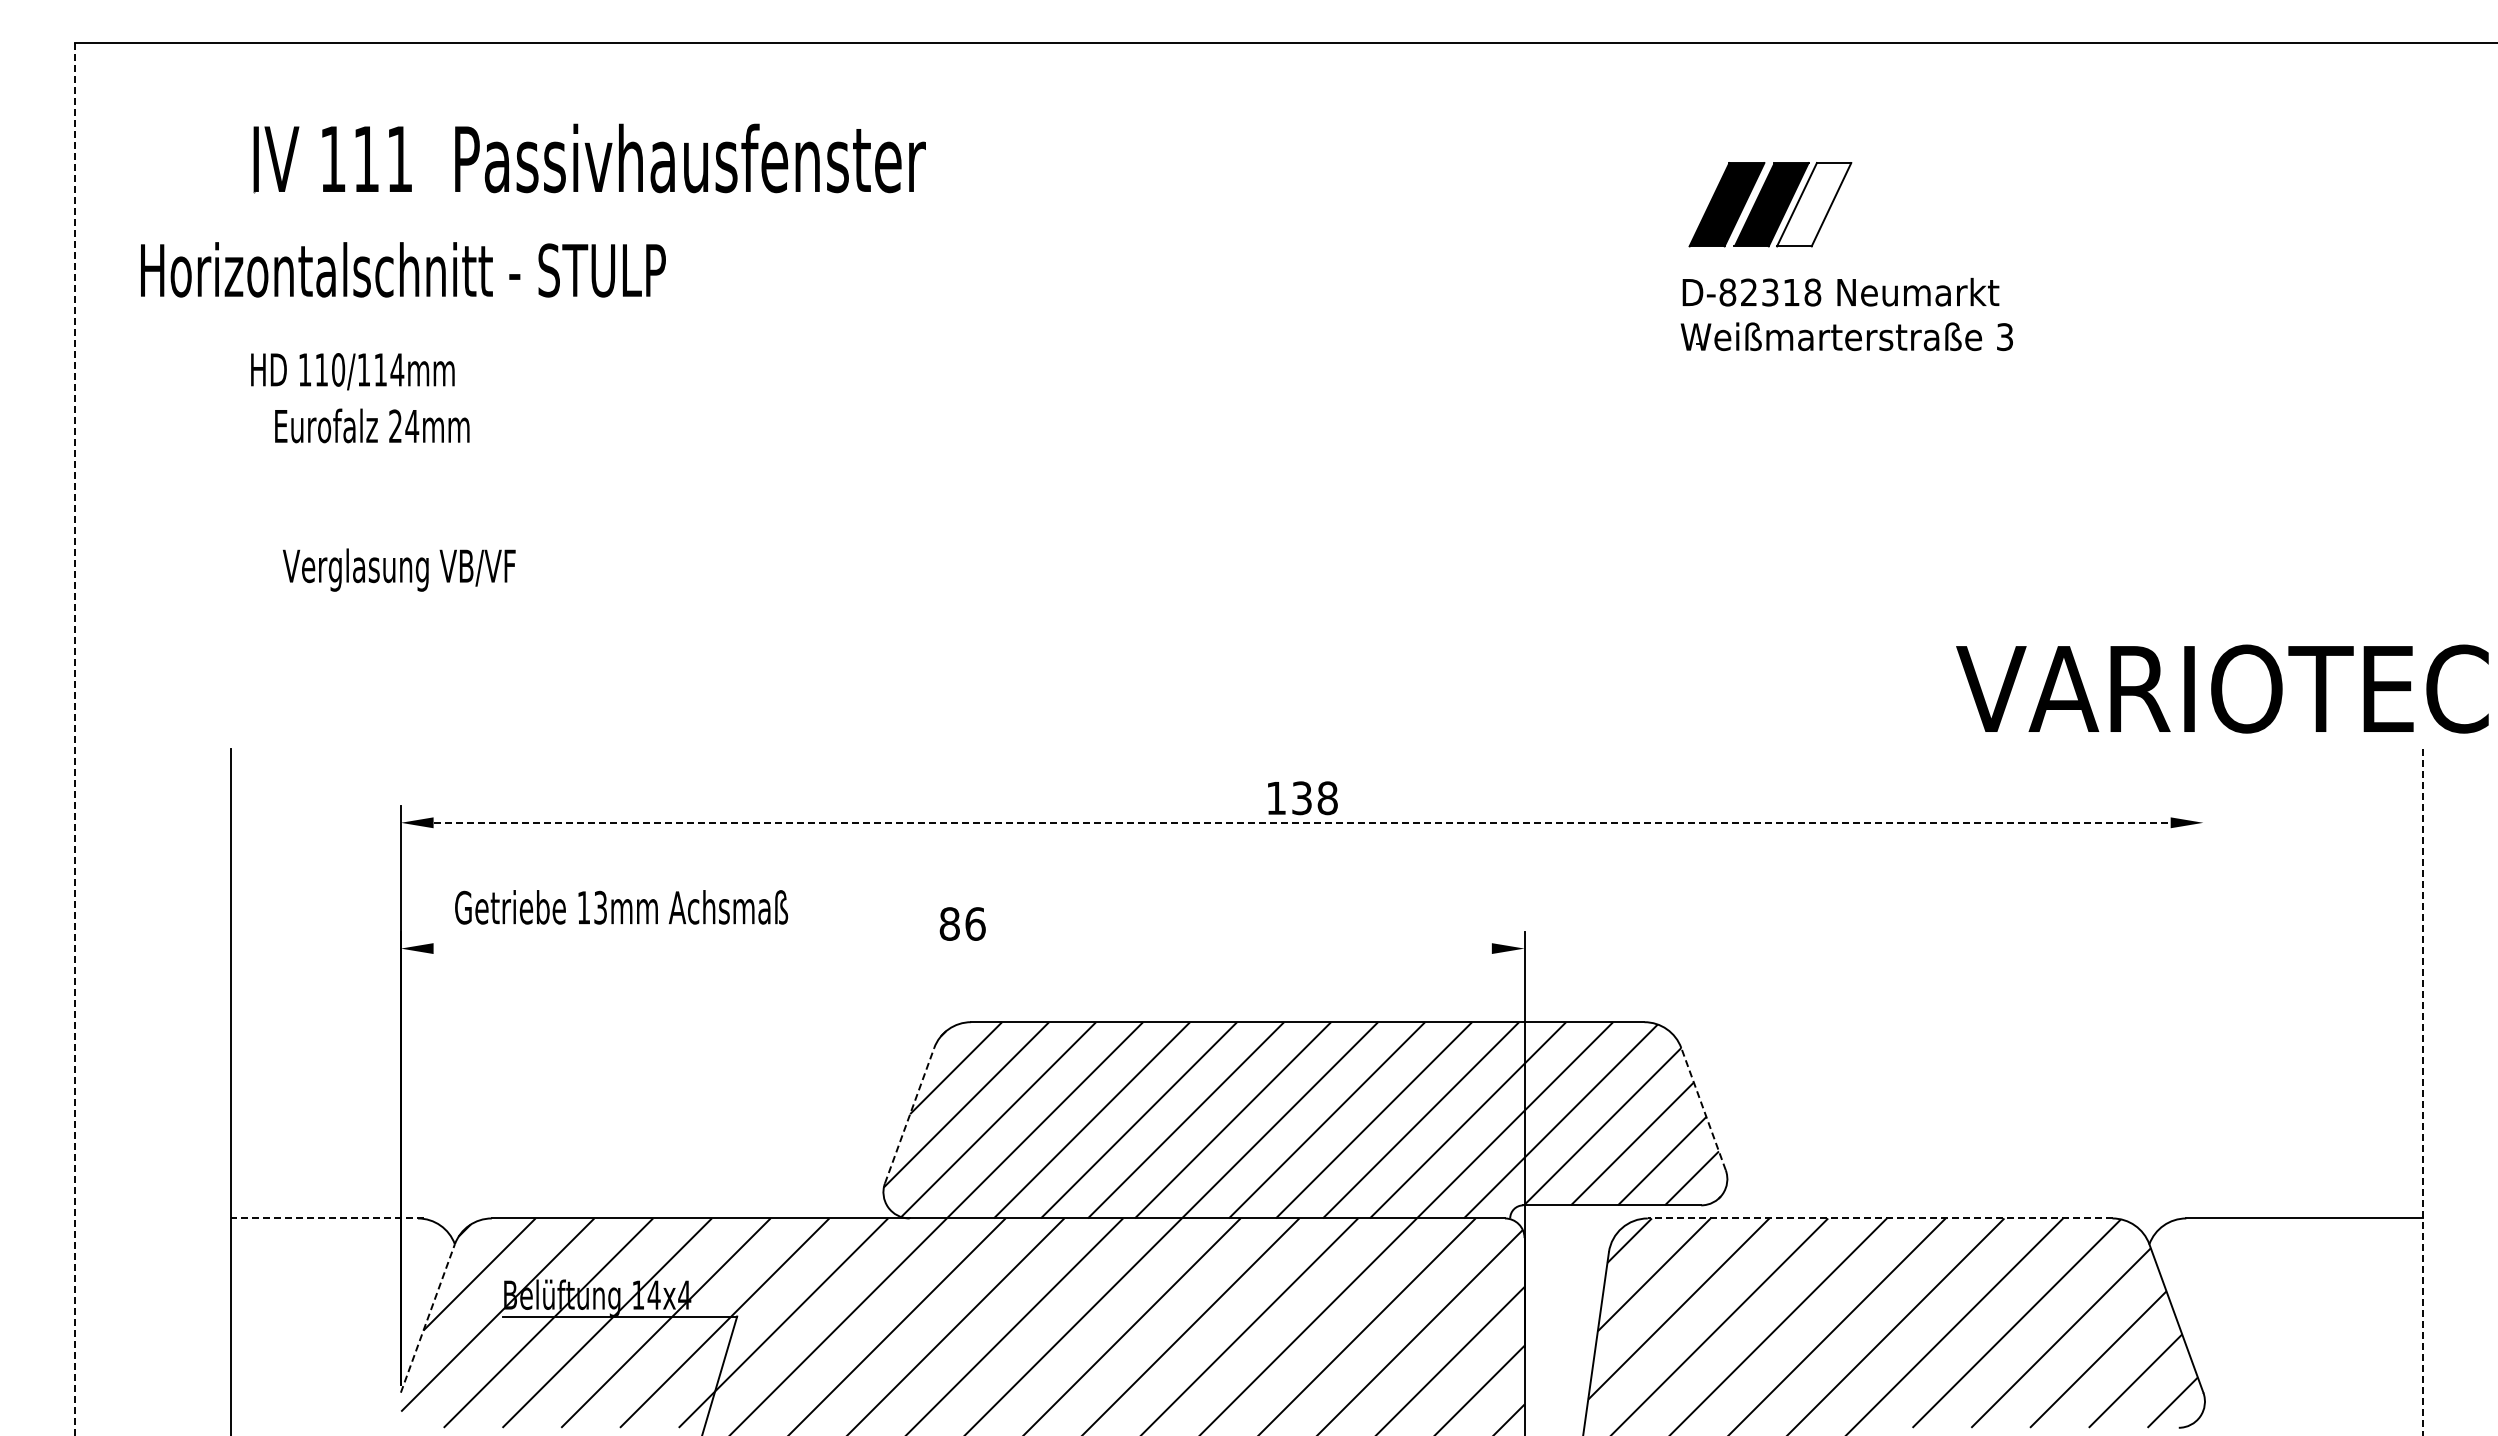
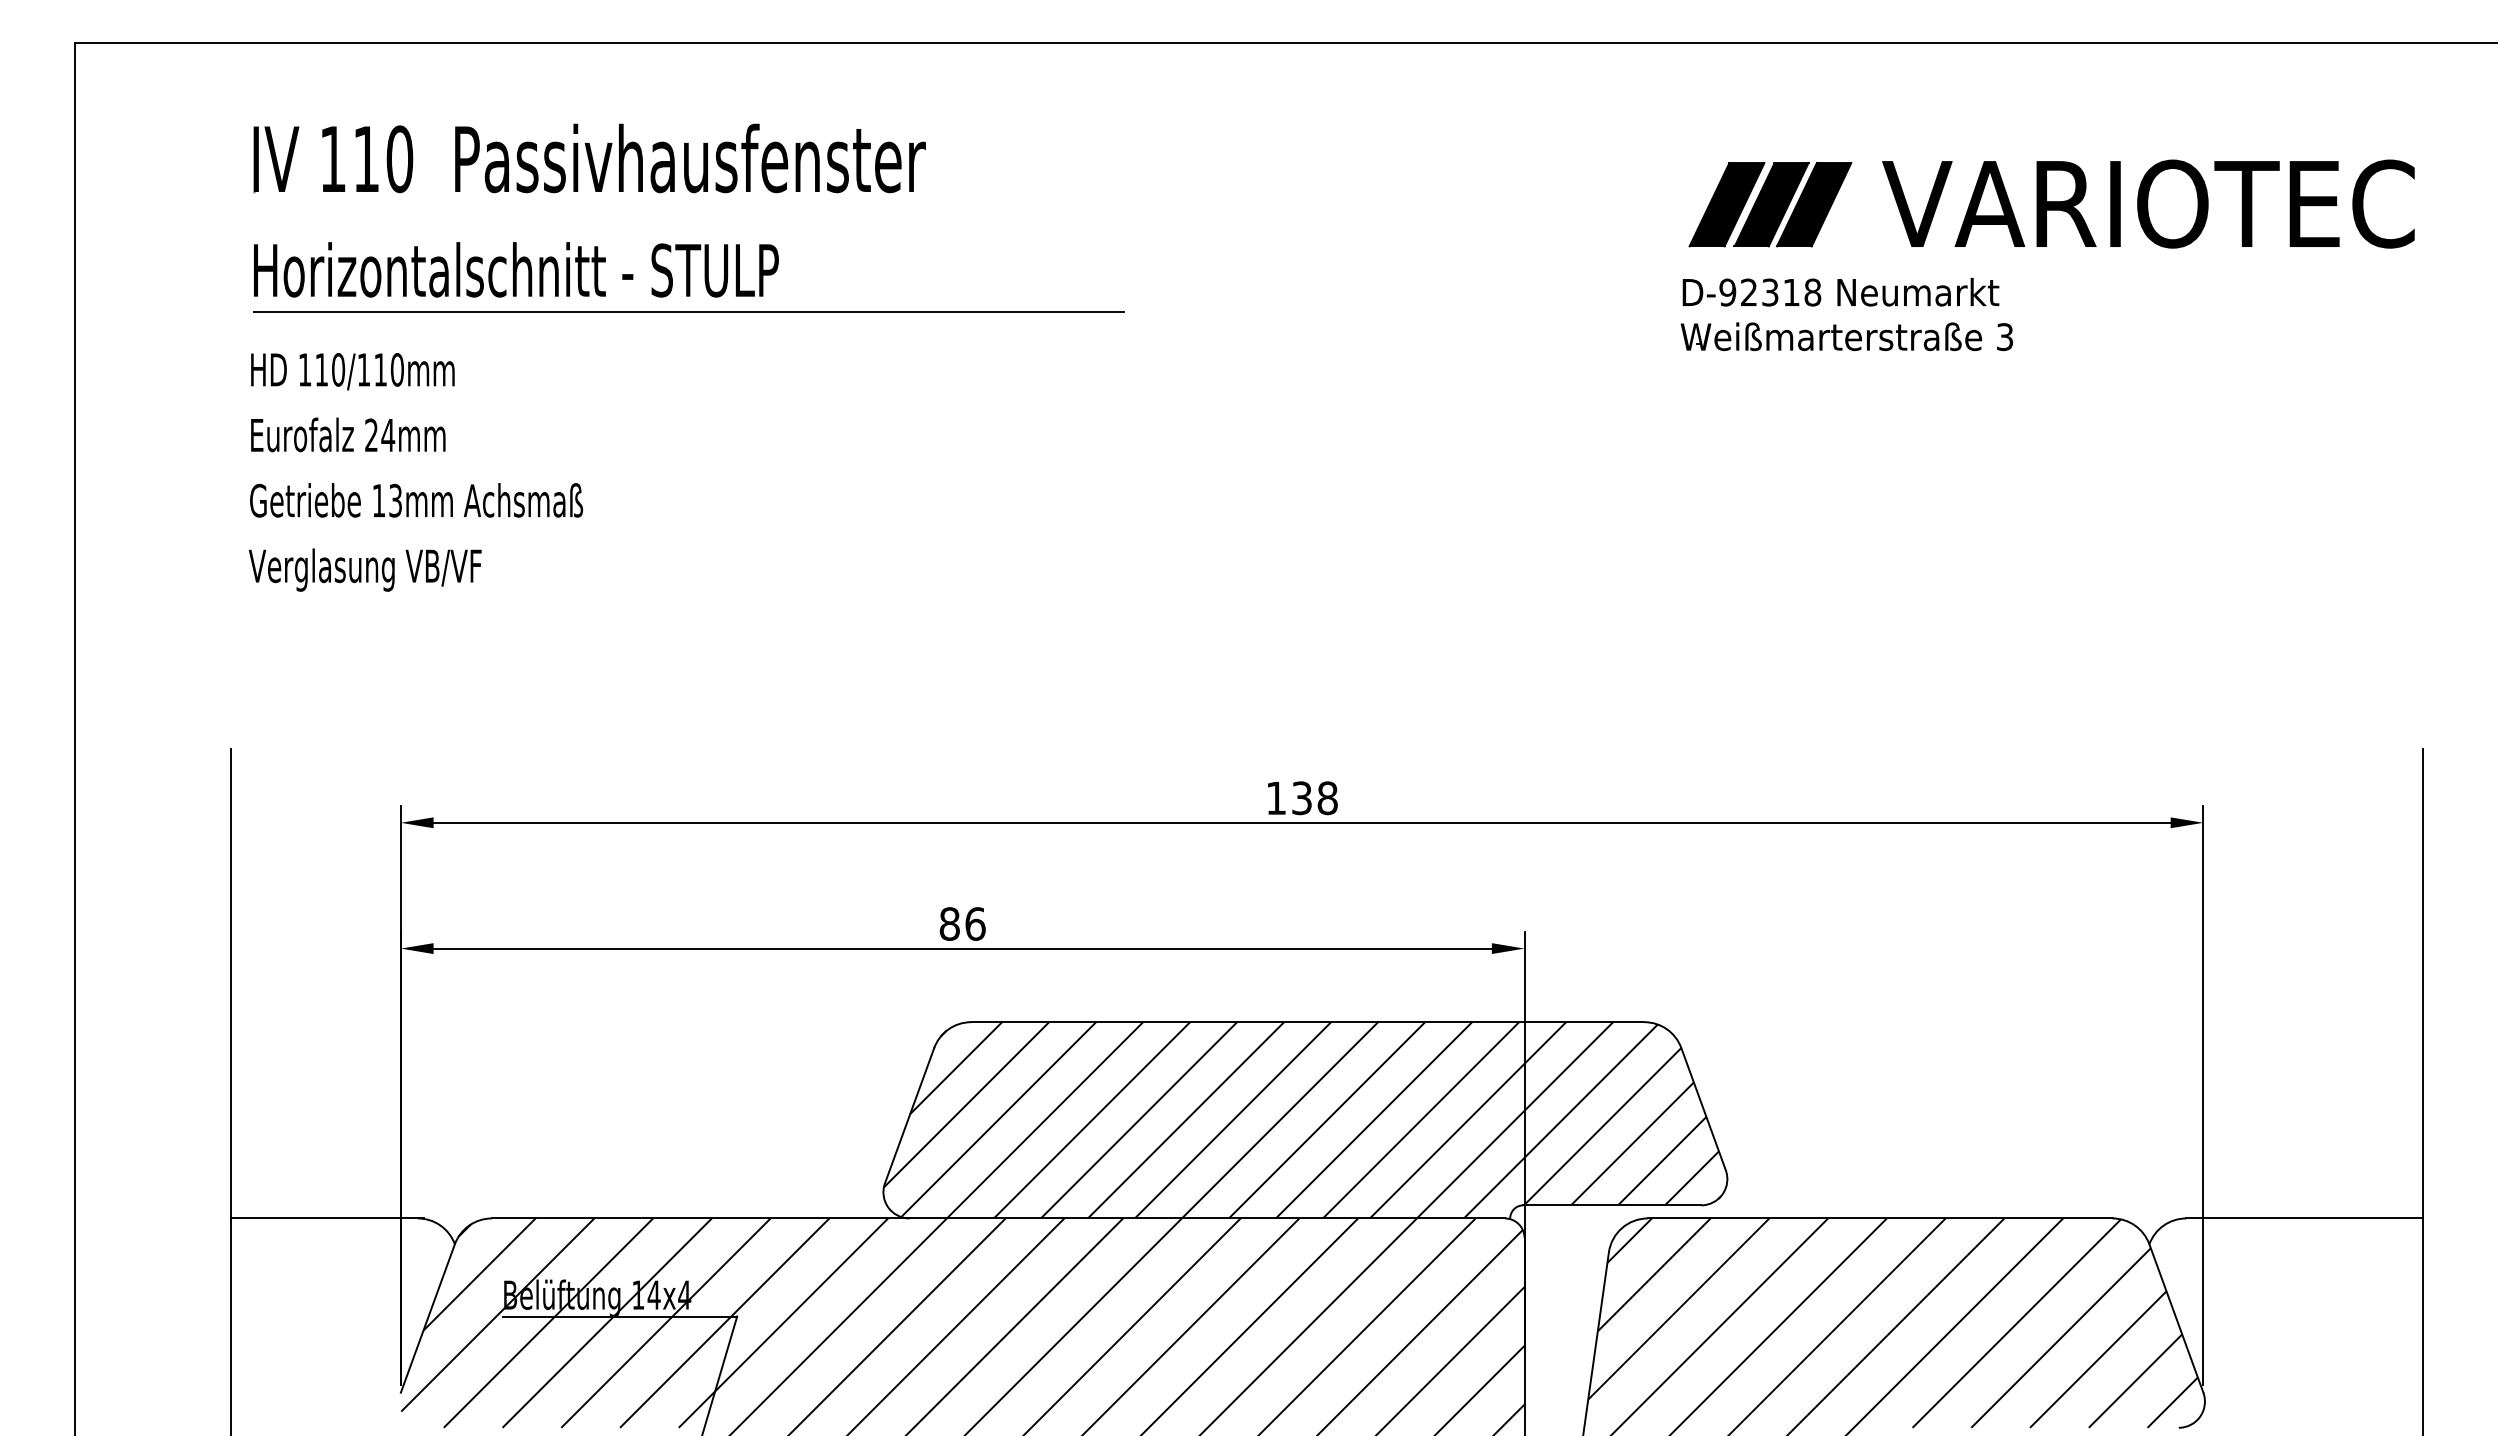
text at (399, 159): 111 -> 110
fill at (1814, 204): none -> present
text at (403, 269) position: (403, 269) -> (516, 269)
text at (1727, 292): D-82318 -> D-92318
line at (688, 311): none -> present
text at (397, 369): 110/114mm -> 110/110mm
text at (372, 425) position: (372, 425) -> (348, 434)
text at (399, 569) position: (399, 569) -> (365, 569)
text at (2222, 688) position: (2222, 688) -> (2148, 203)
line at (74, 740): dashed -> solid
line at (1302, 822): dashed -> solid
text at (621, 907) position: (621, 907) -> (416, 500)
line at (962, 948): none -> present
line at (2423, 1092): dashed -> solid
line at (2203, 1095): none -> present
line at (1703, 1108): dashed -> solid
line at (909, 1115): dashed -> solid
line at (327, 1218): dashed -> solid
line at (1879, 1218): dashed -> solid
line at (427, 1318): dashed -> solid
